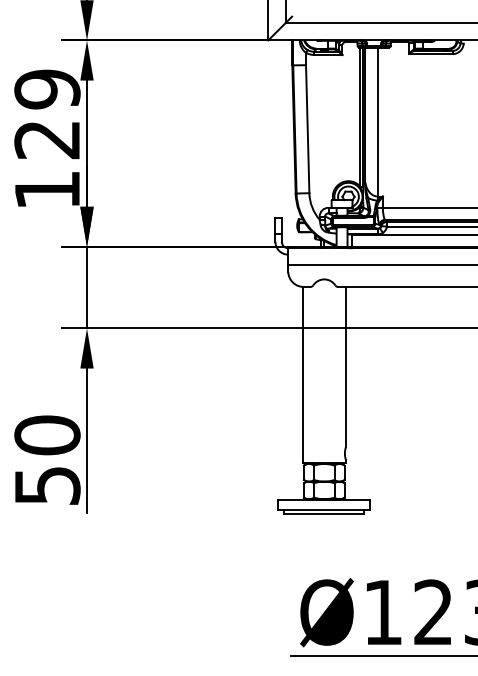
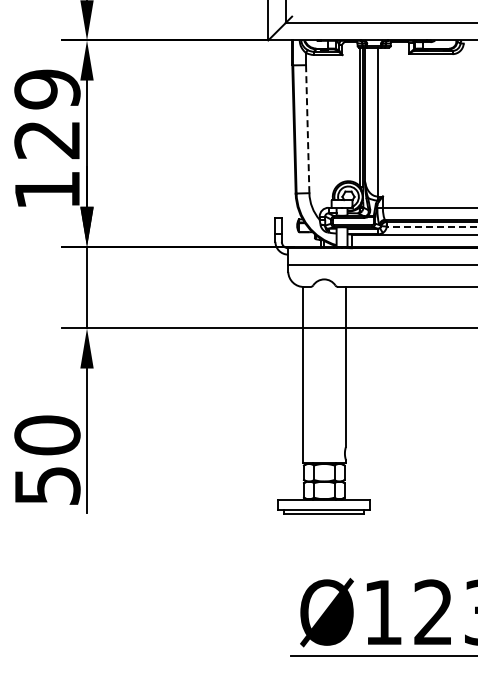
line at (307, 129): solid -> dashed
line at (431, 226): solid -> dashed
